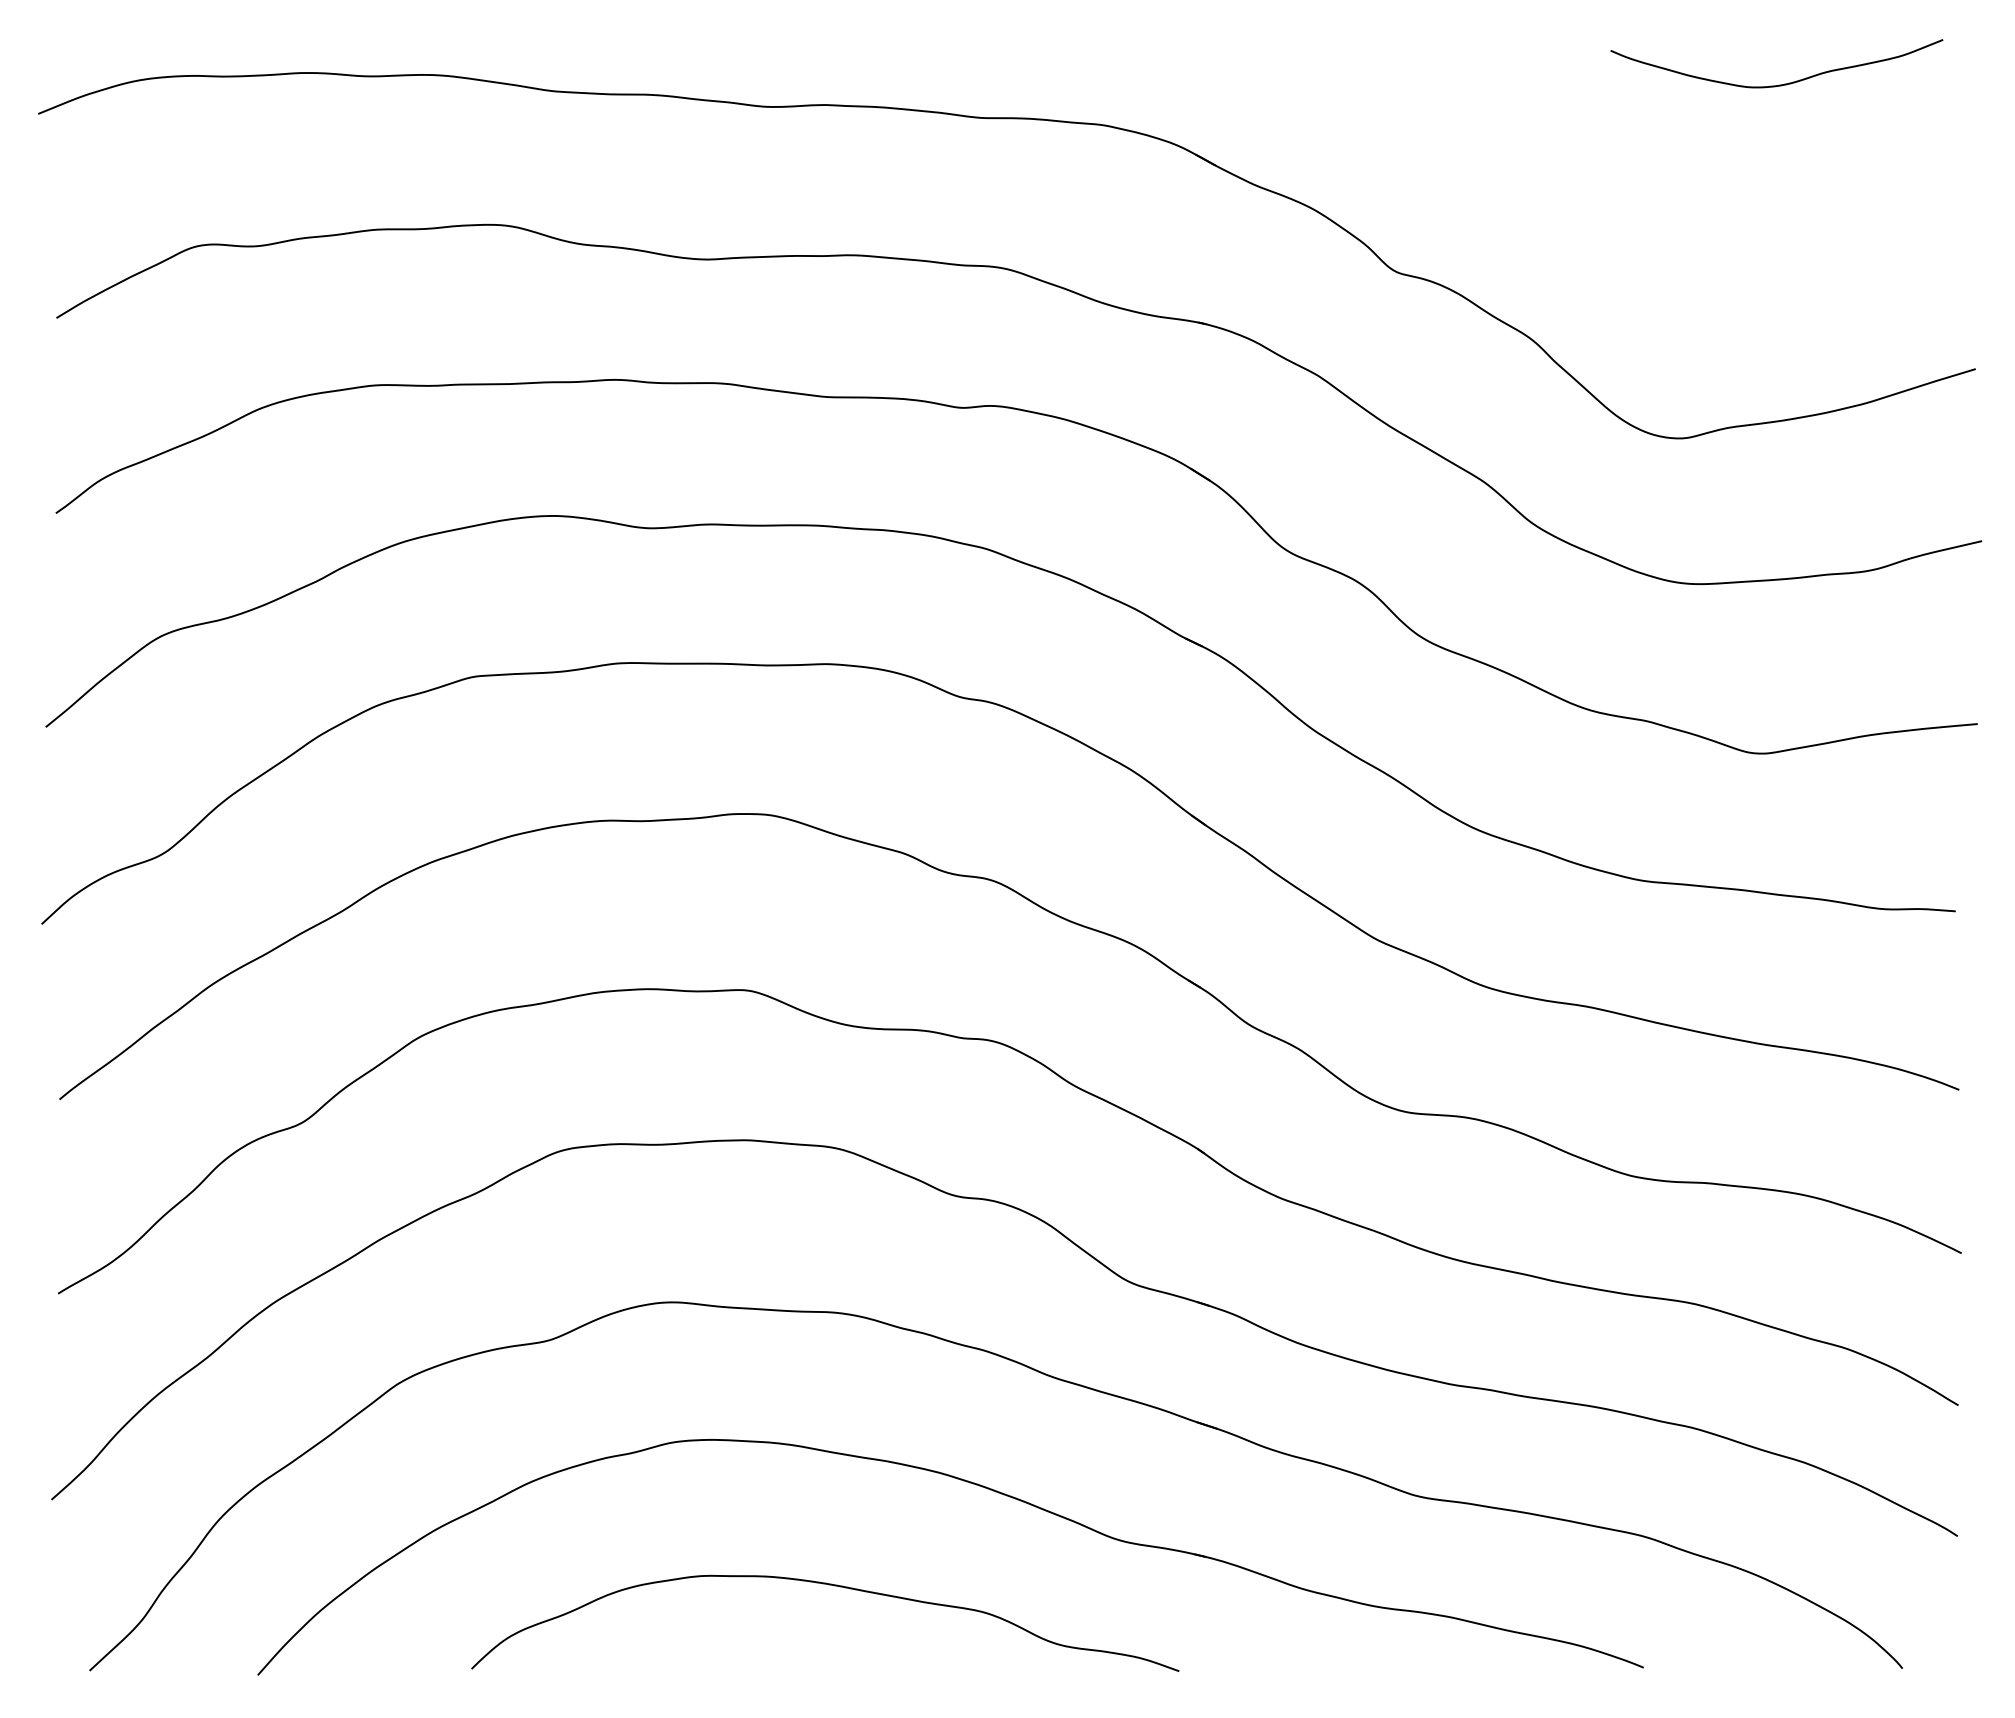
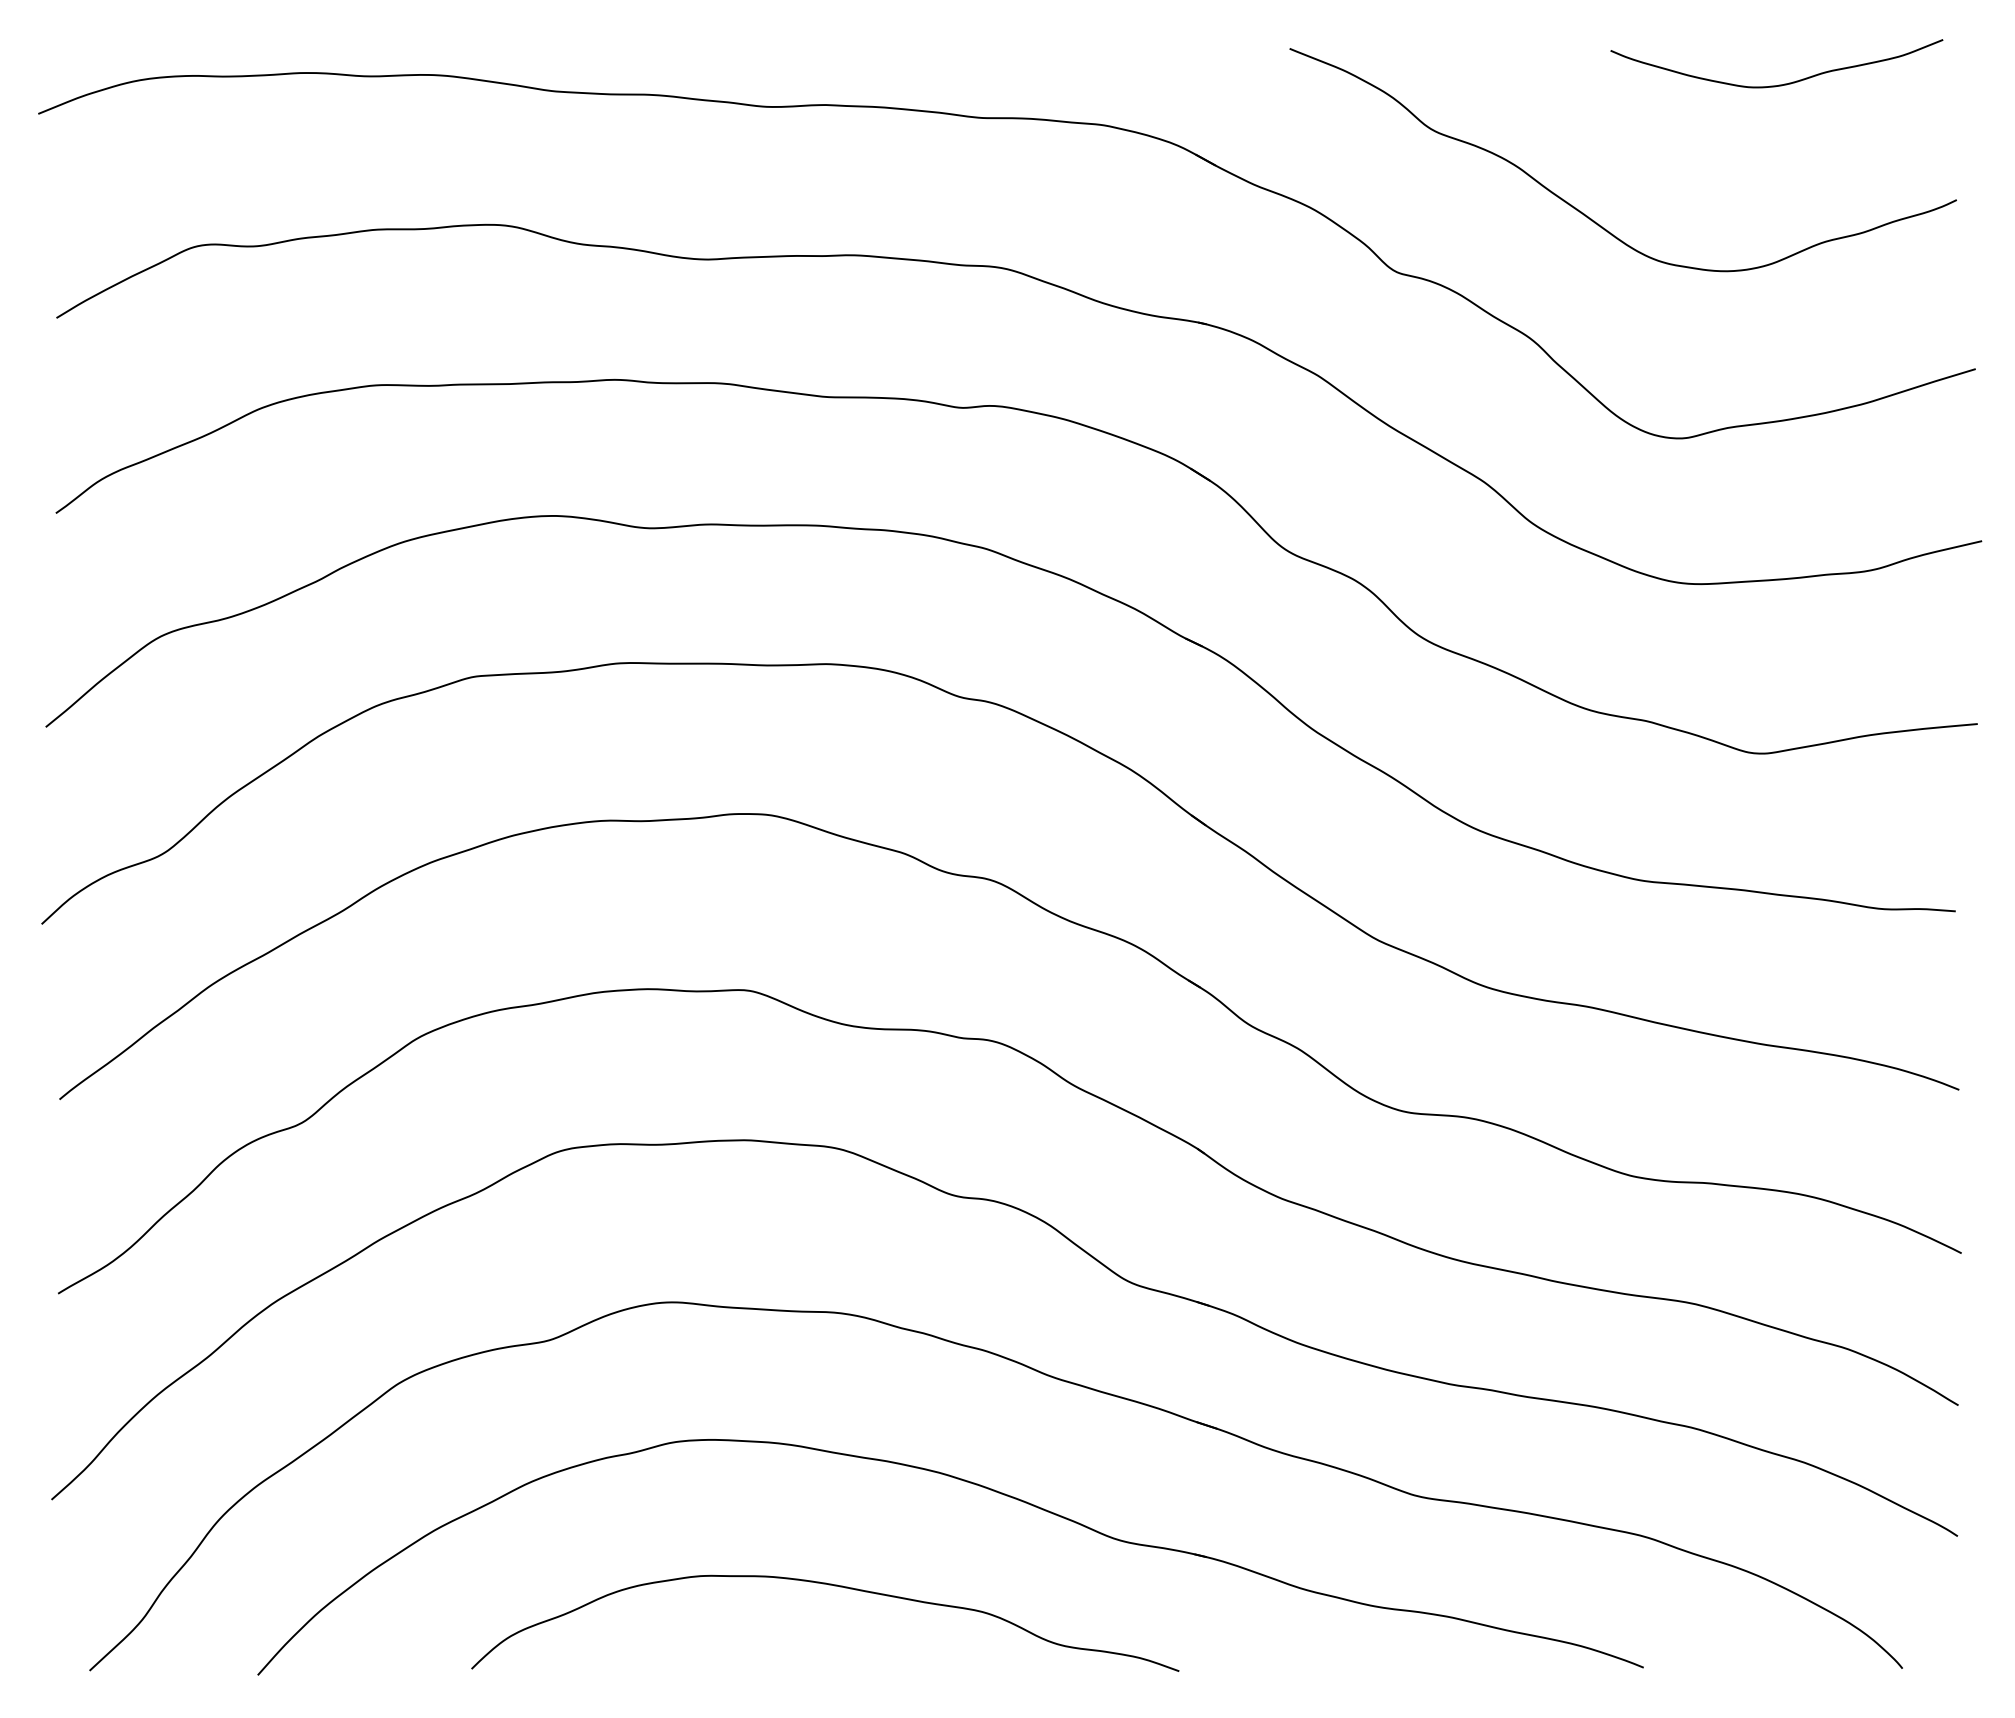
curve at (1587, 215): none -> present
